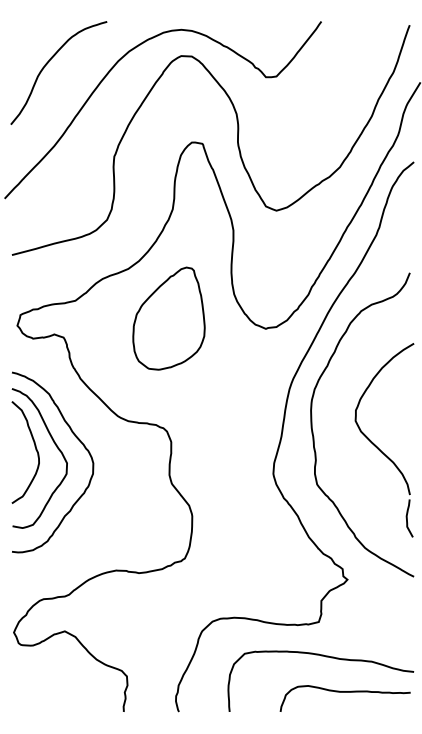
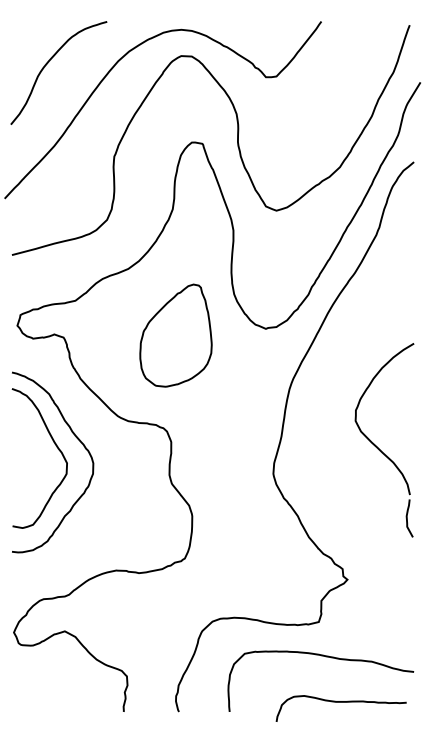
part at (168, 318) position: (168, 318) -> (175, 335)
curve at (314, 436): present -> none
curve at (35, 450): present -> none
curve at (344, 692) position: (344, 692) -> (340, 702)
